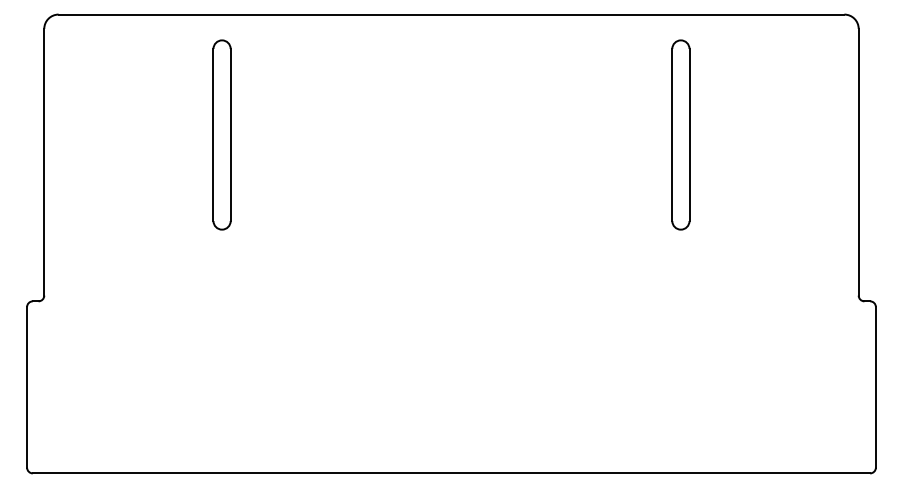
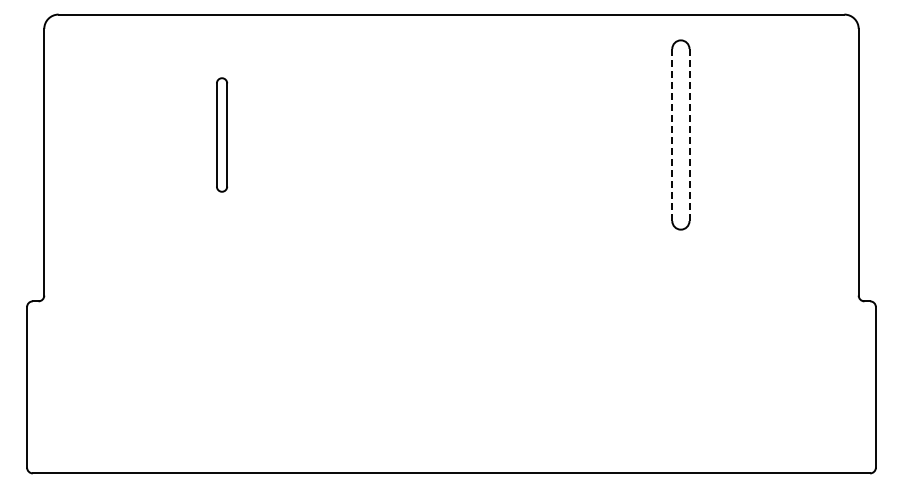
part at (221, 134) size: 20x192 px -> 12x116 px
line at (689, 134): solid -> dashed
line at (672, 135): solid -> dashed
